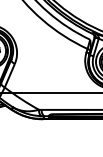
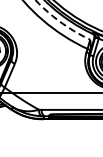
arc at (60, 22): solid -> dashed
